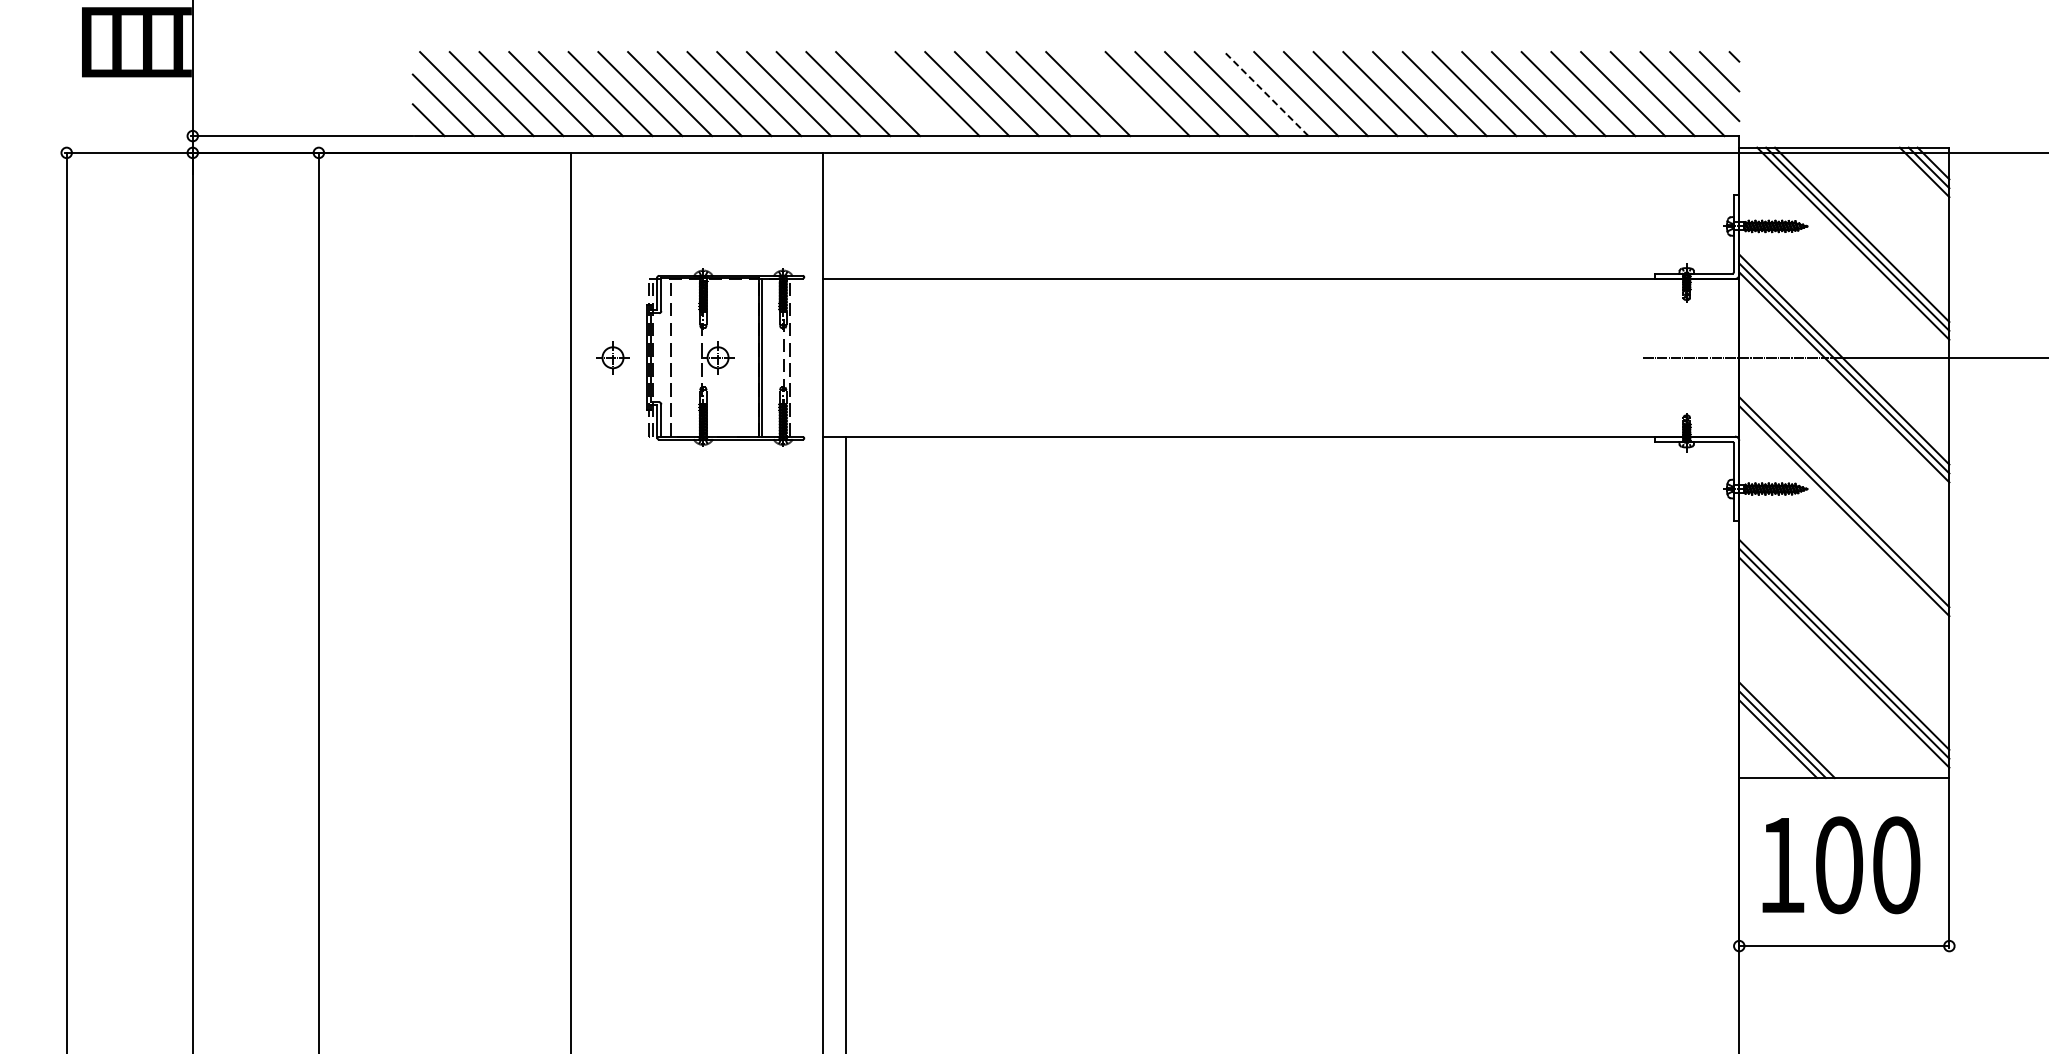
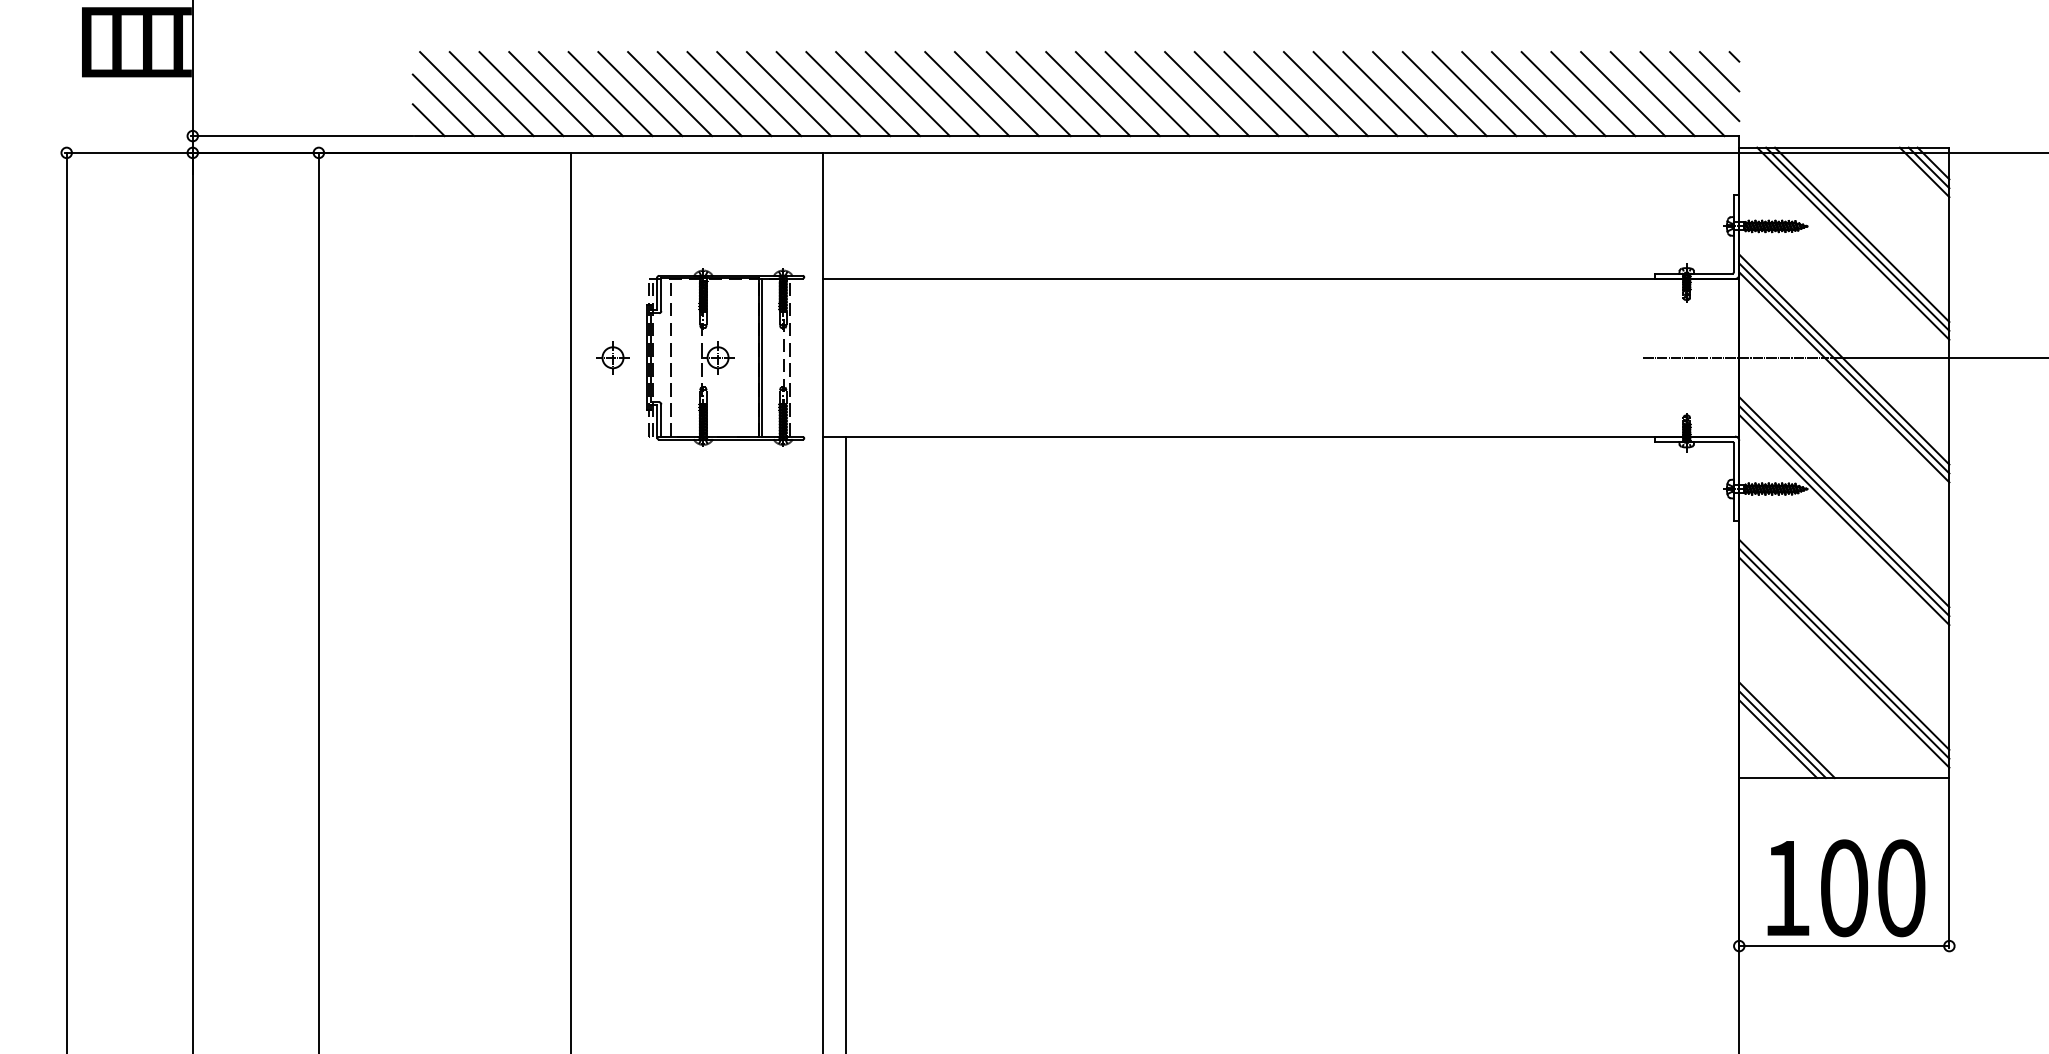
line at (1266, 93): dashed -> solid
line at (907, 94): none -> present
line at (1117, 94): none -> present
line at (1844, 519): none -> present
text at (1841, 865) position: (1841, 865) -> (1846, 888)
